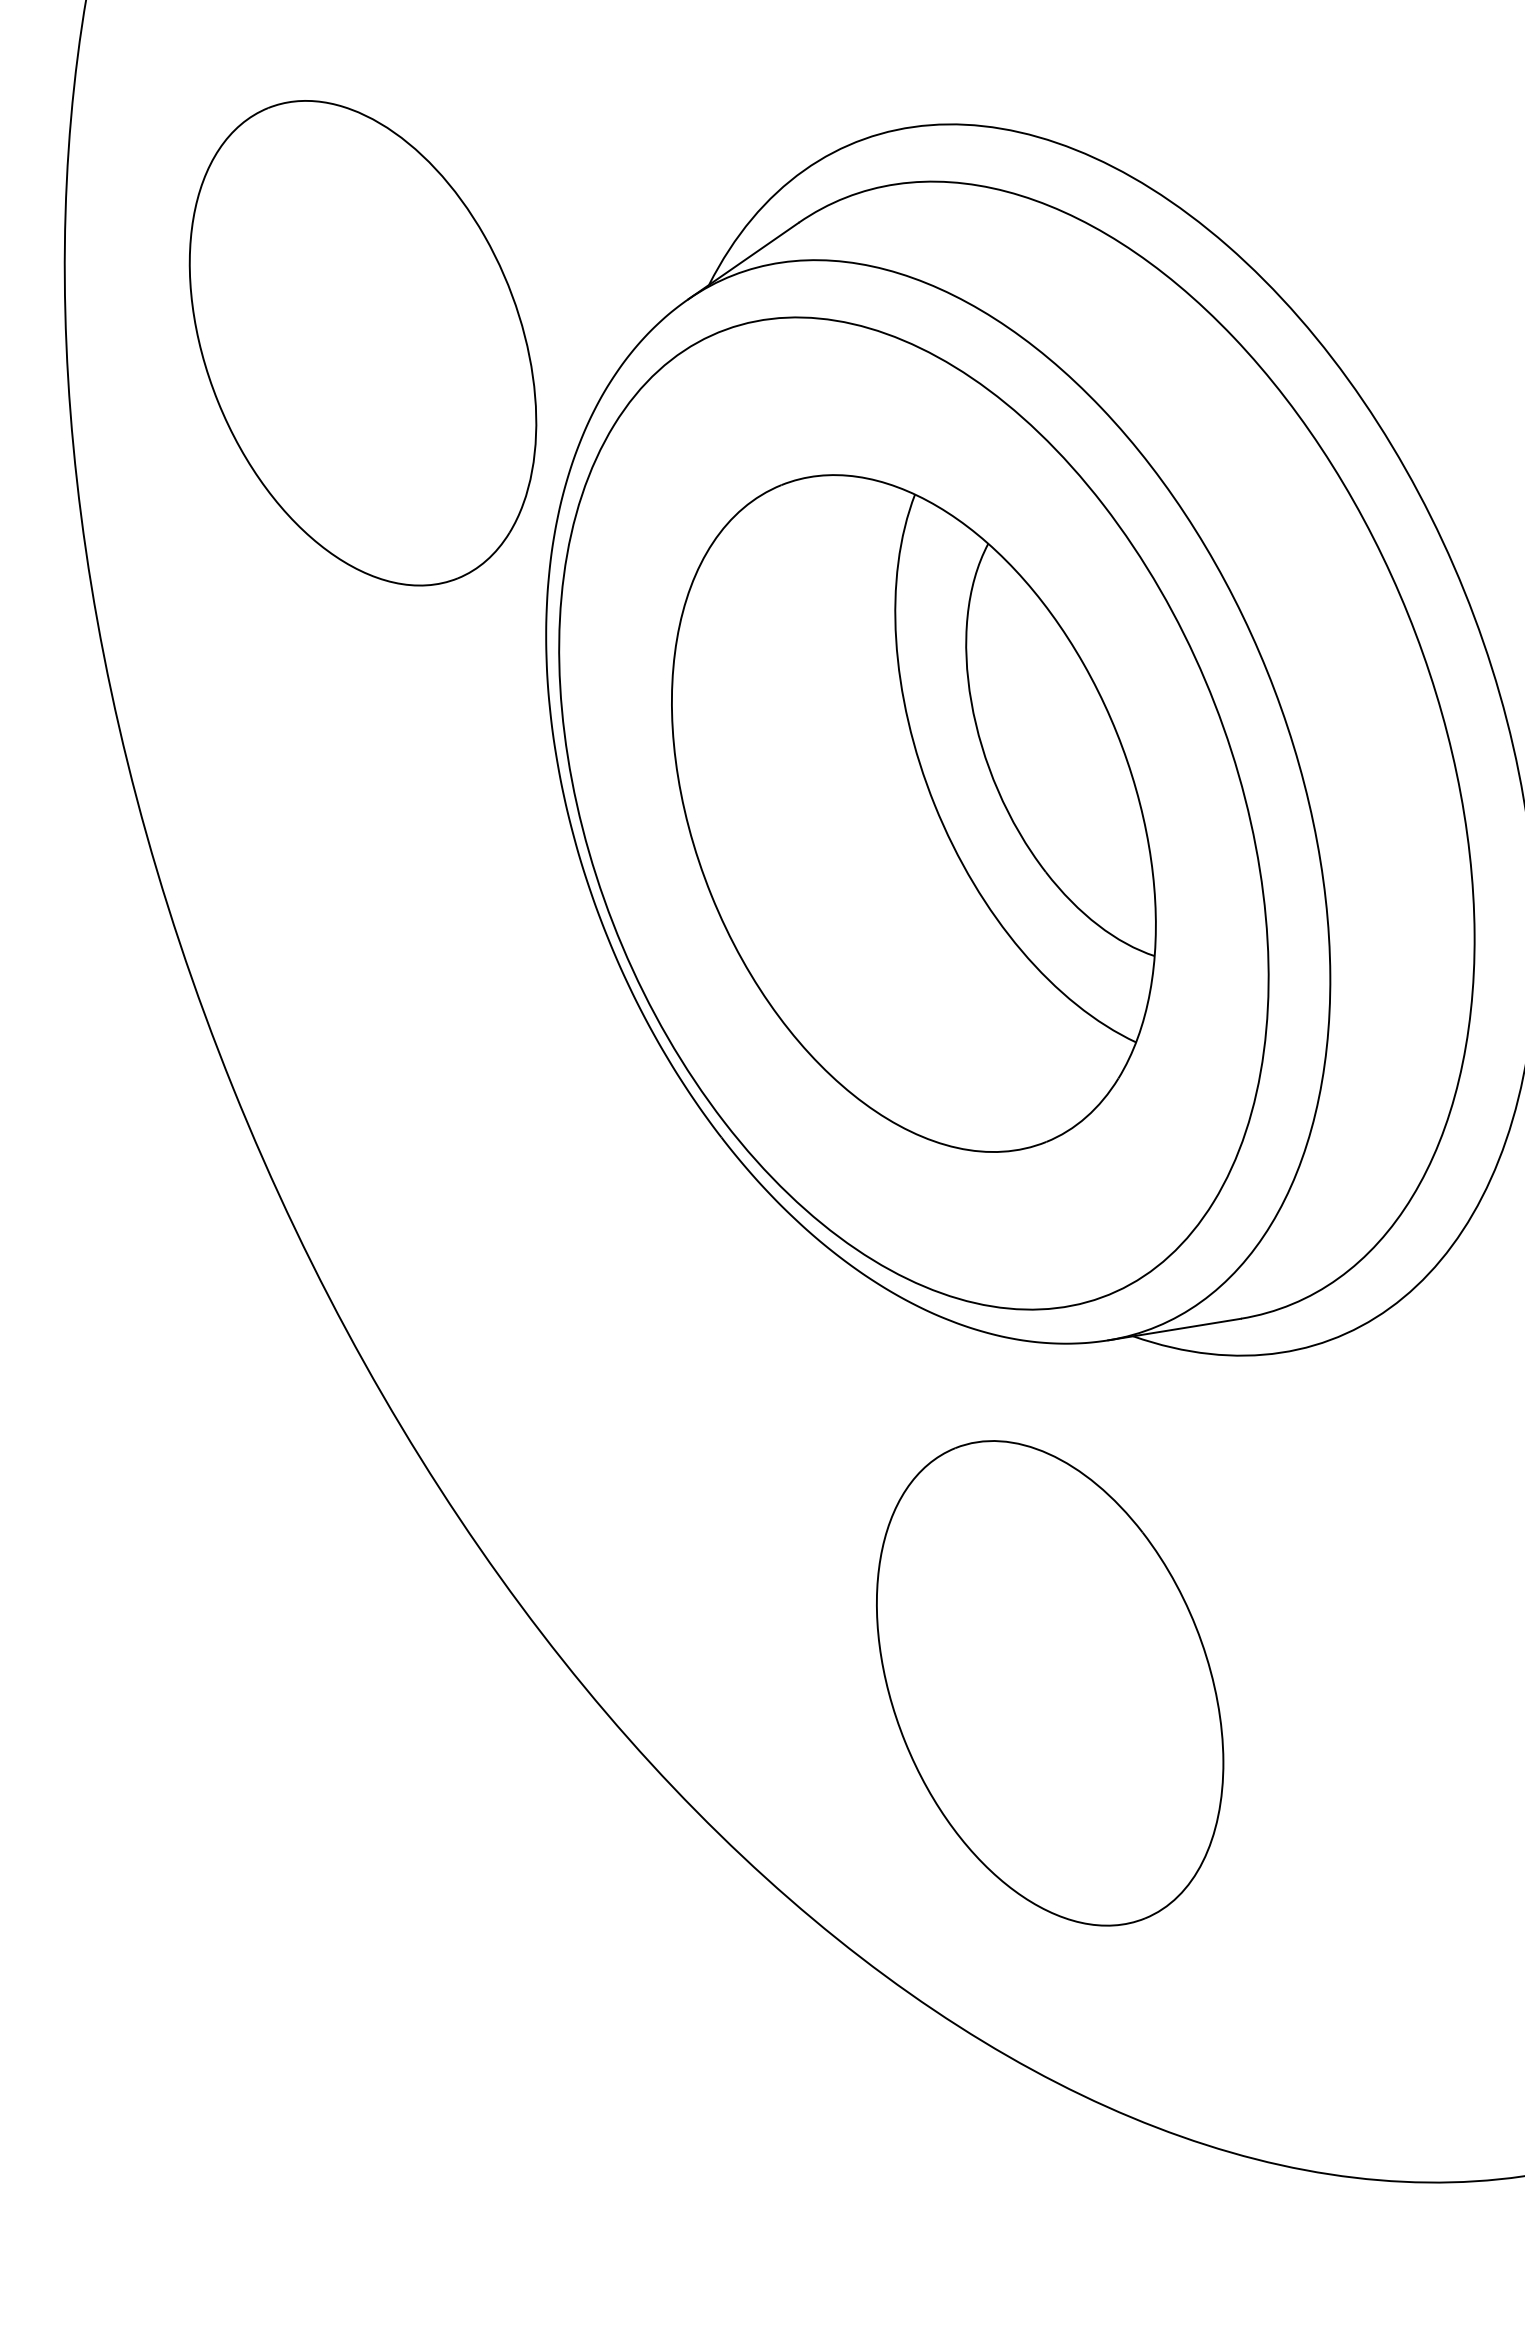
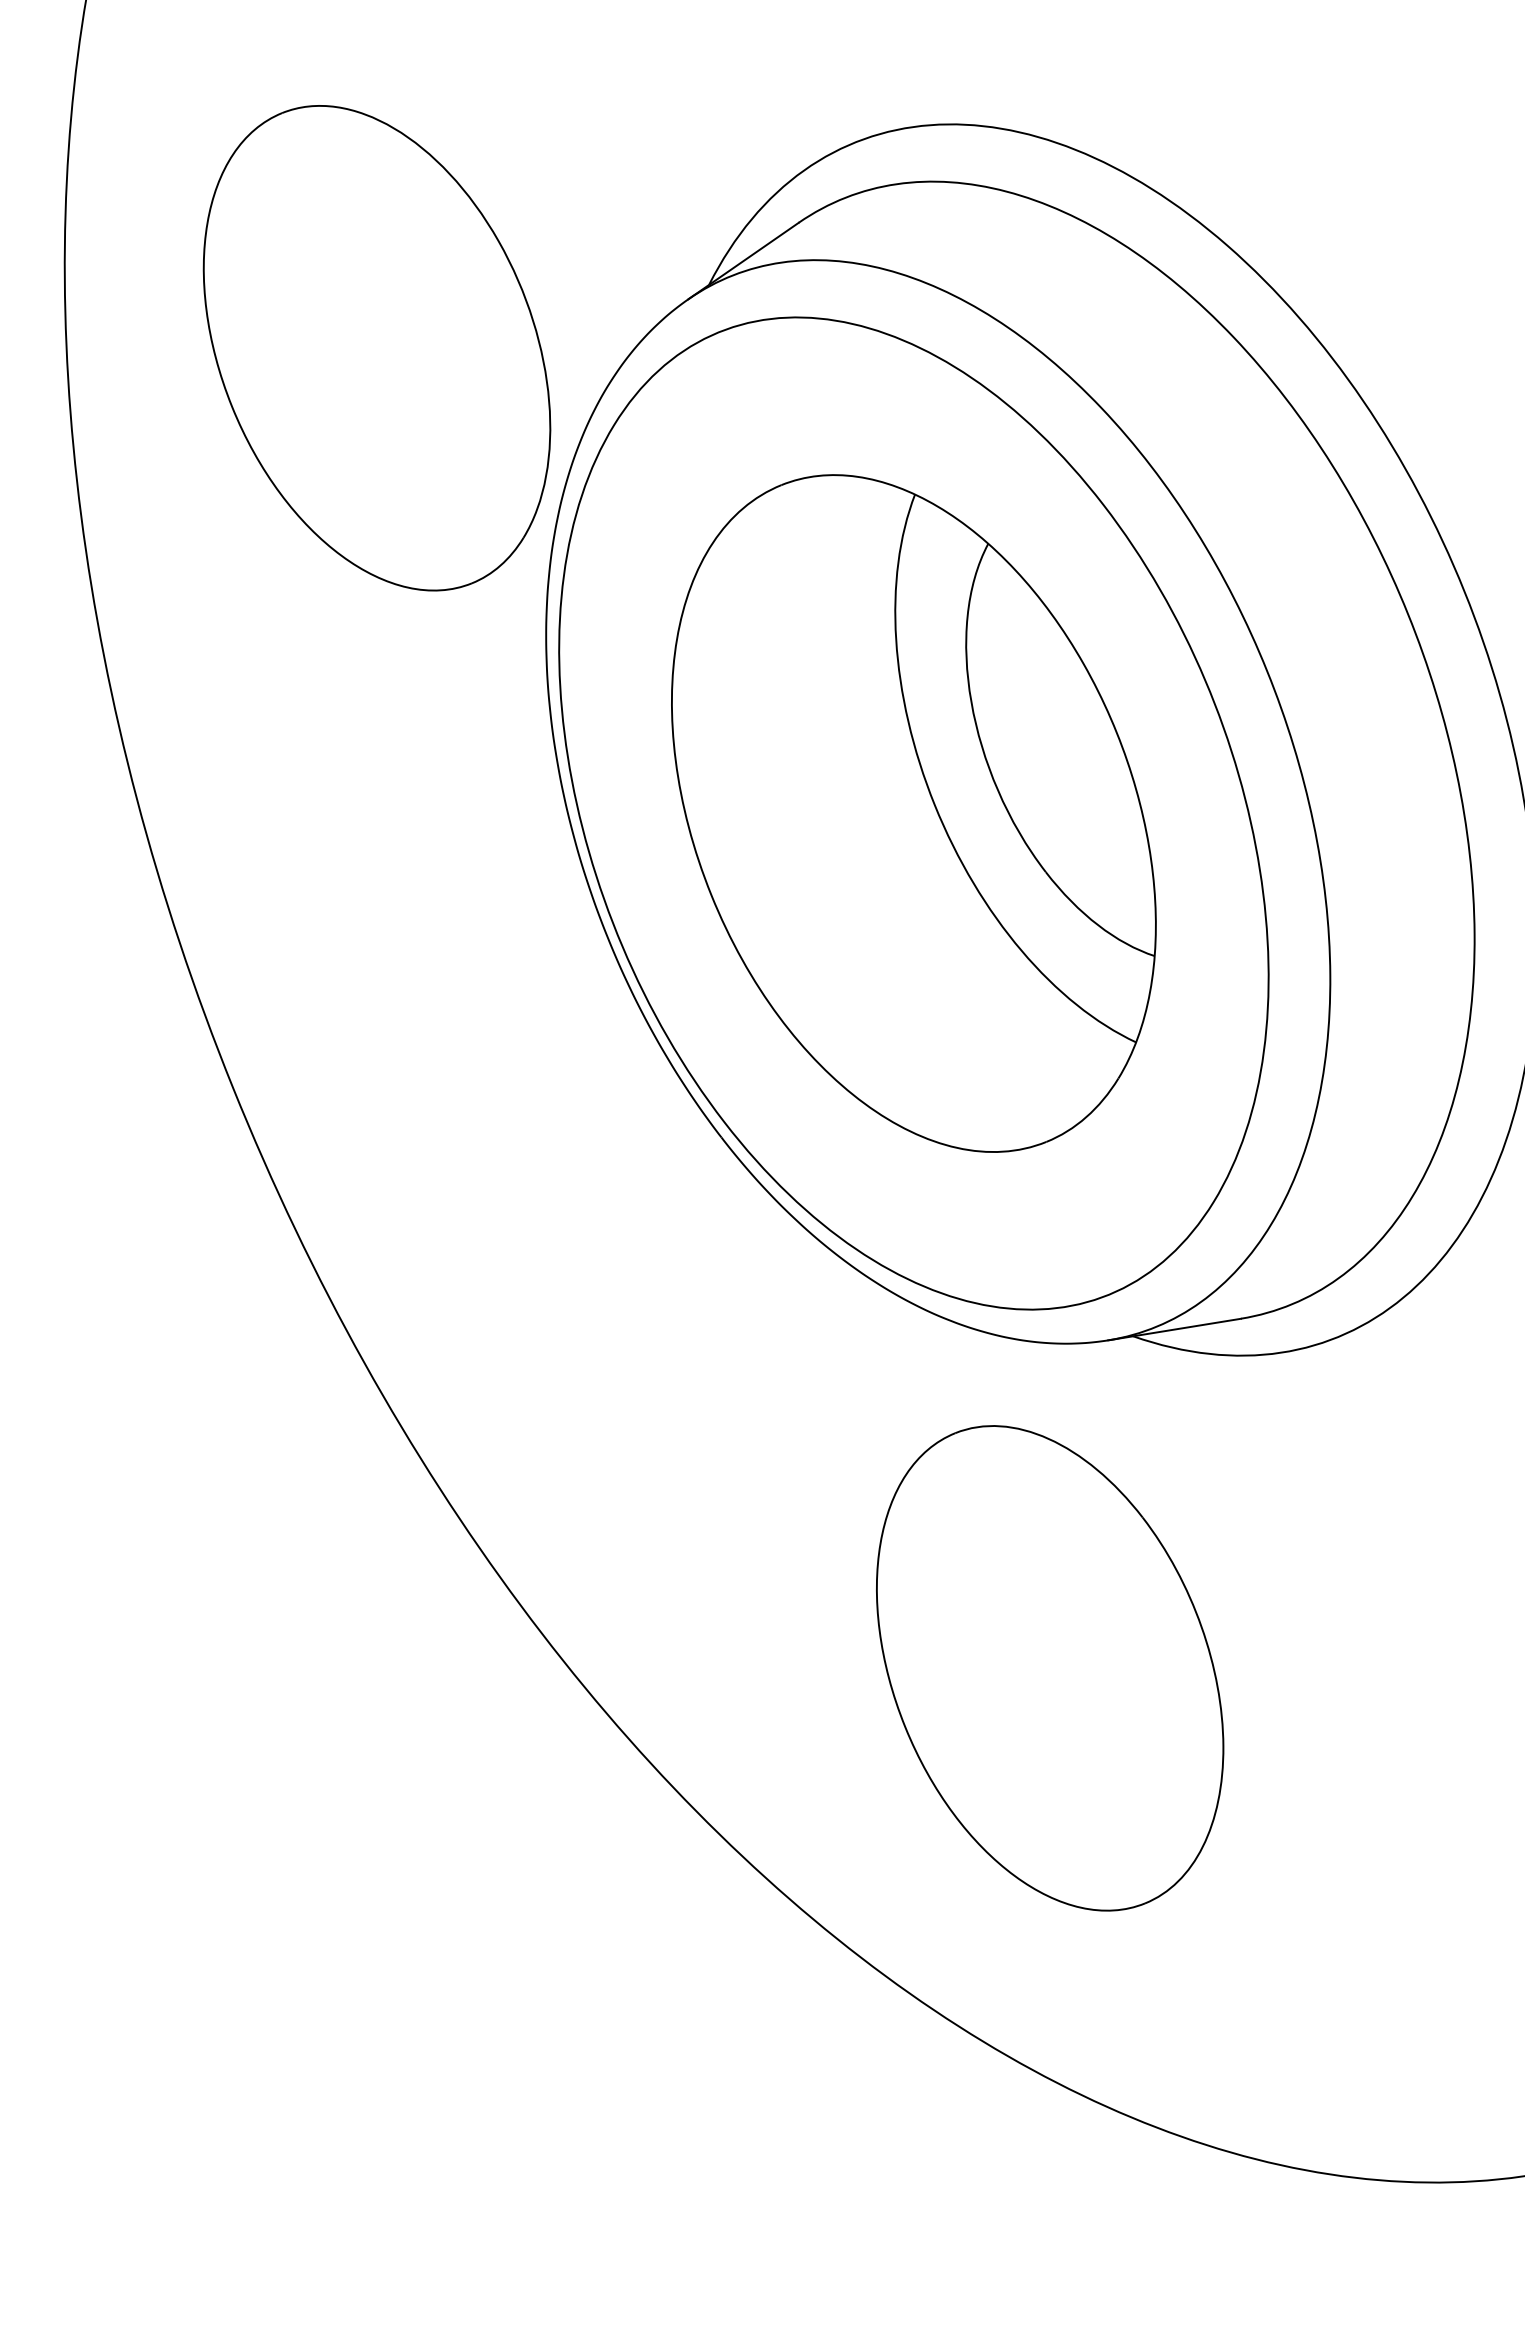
part at (362, 343) position: (362, 343) -> (376, 348)
part at (1050, 1683) position: (1050, 1683) -> (1050, 1668)
